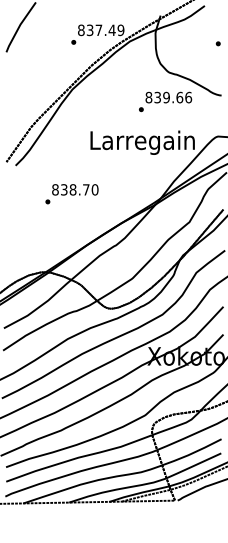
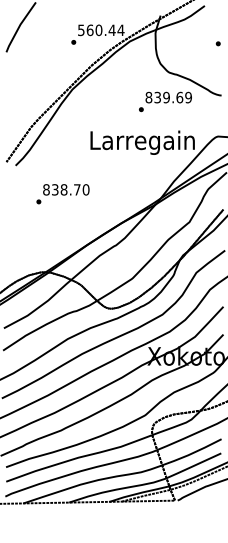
text at (101, 30): 837.49 -> 560.44
text at (188, 97): 839.66 -> 839.69
text at (71, 194) position: (71, 194) -> (62, 194)
